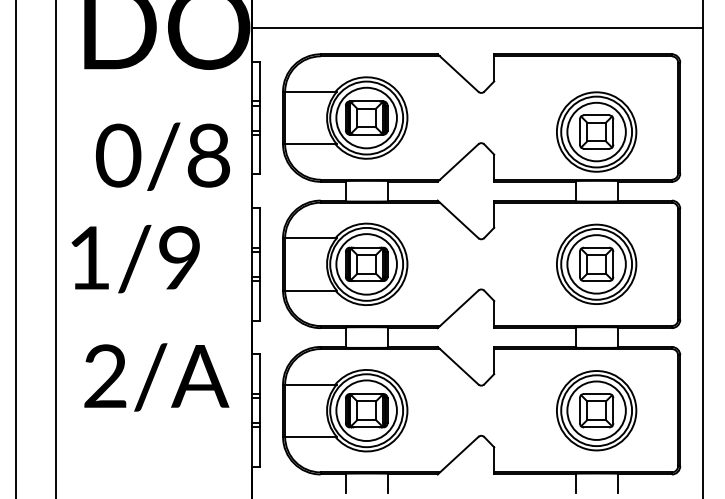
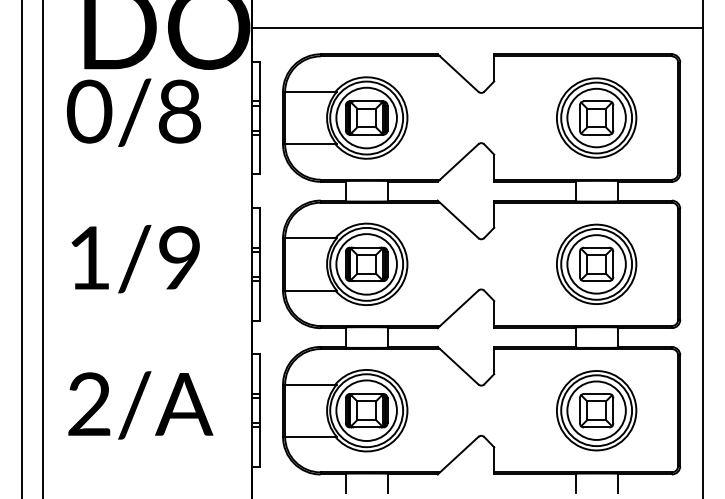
part at (596, 131) position: (596, 131) -> (596, 117)
text at (162, 156) position: (162, 156) -> (133, 112)
line at (15, 248) position: (15, 248) -> (21, 248)
line at (55, 248) position: (55, 248) -> (42, 248)
text at (156, 377) position: (156, 377) -> (140, 405)
